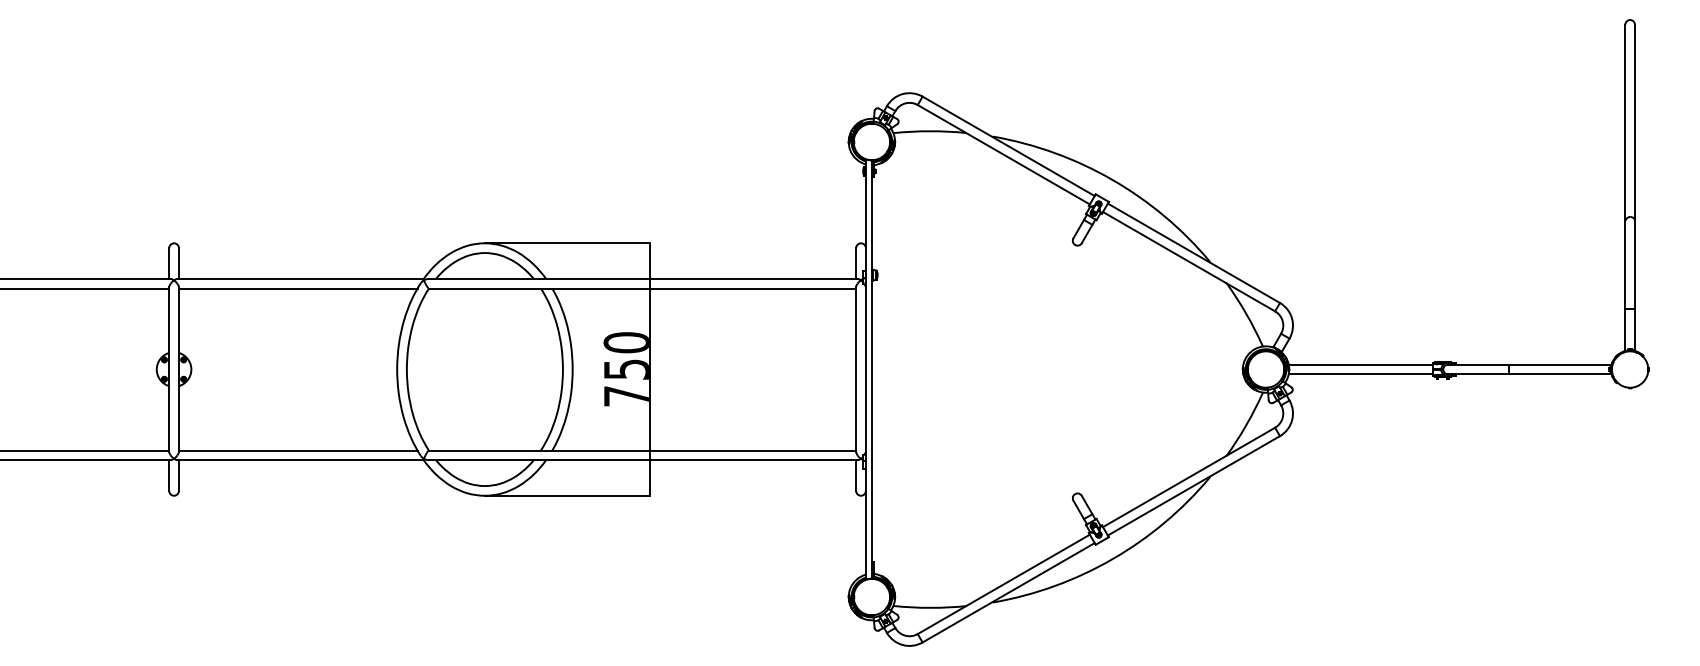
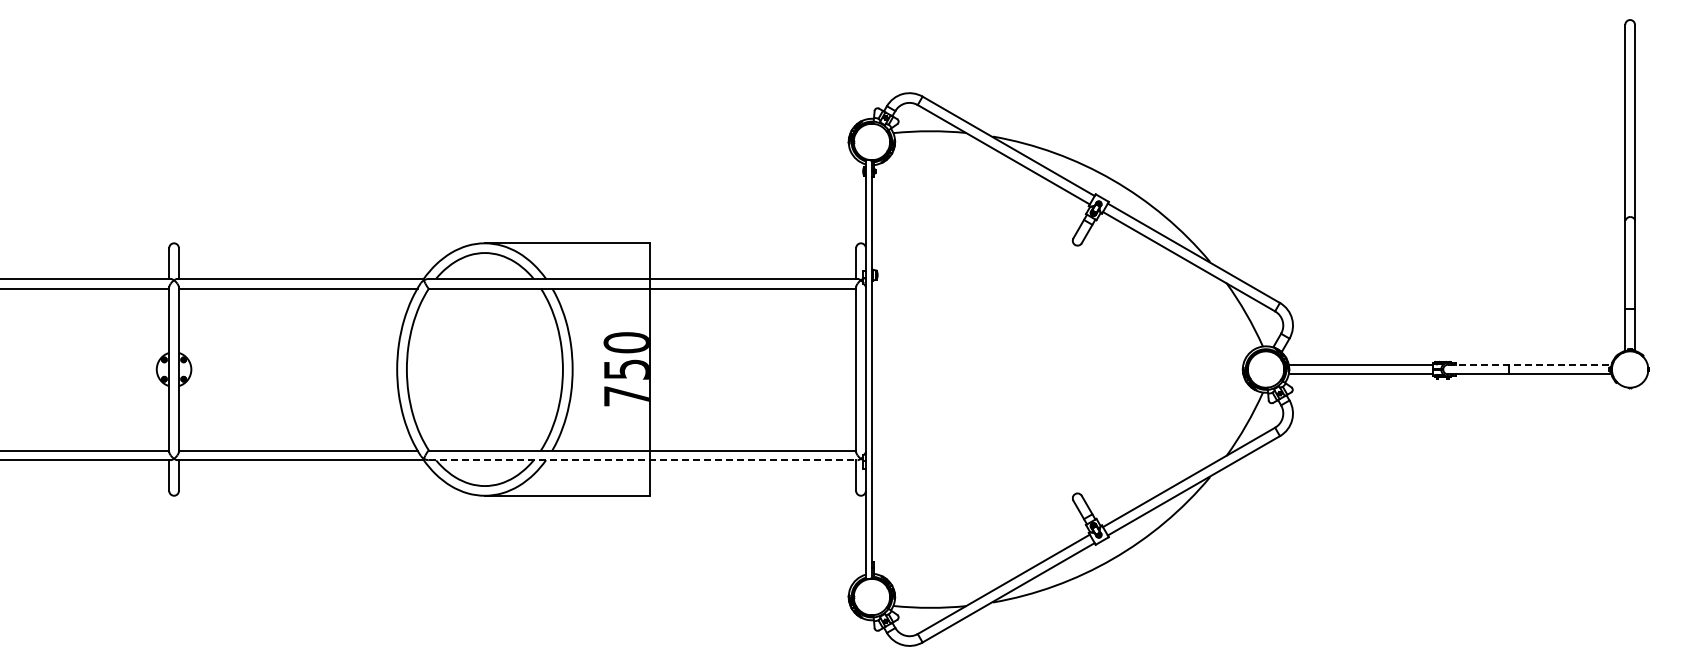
line at (1529, 364): solid -> dashed
line at (643, 460): solid -> dashed
